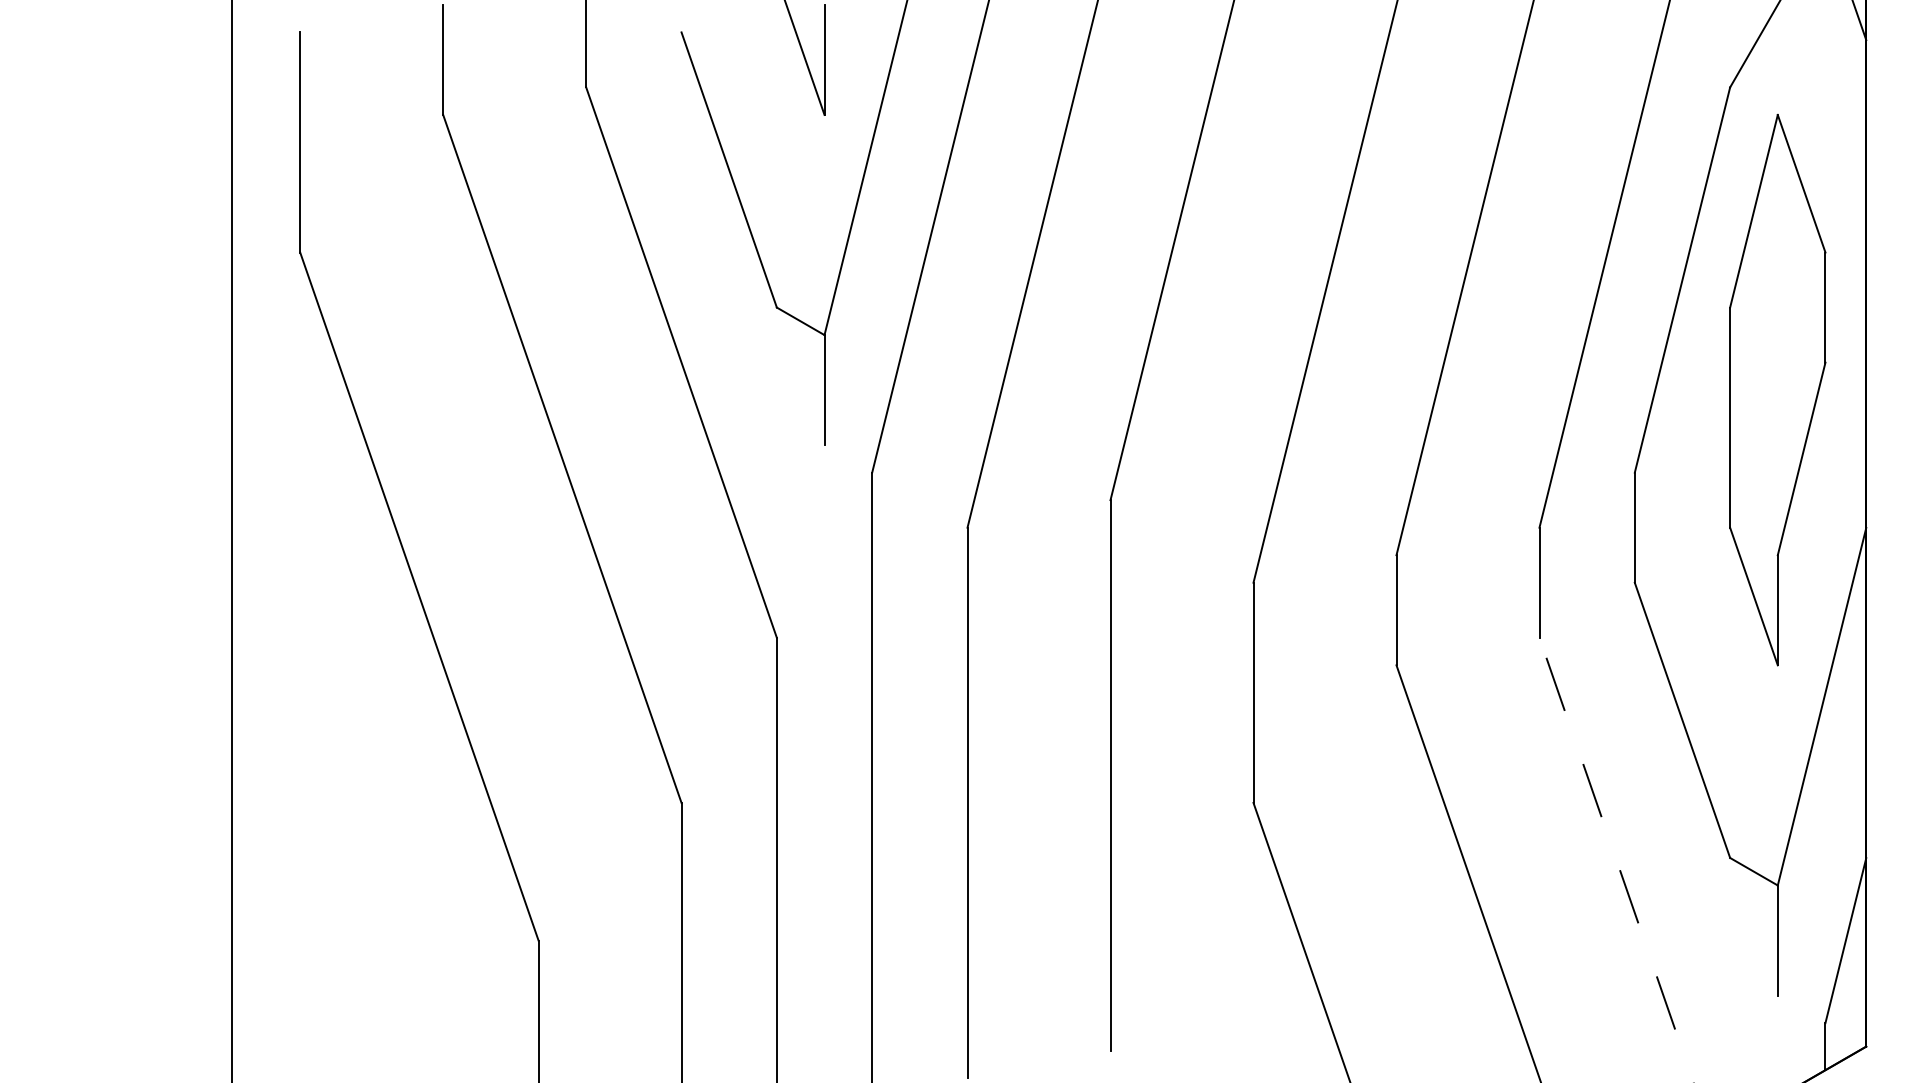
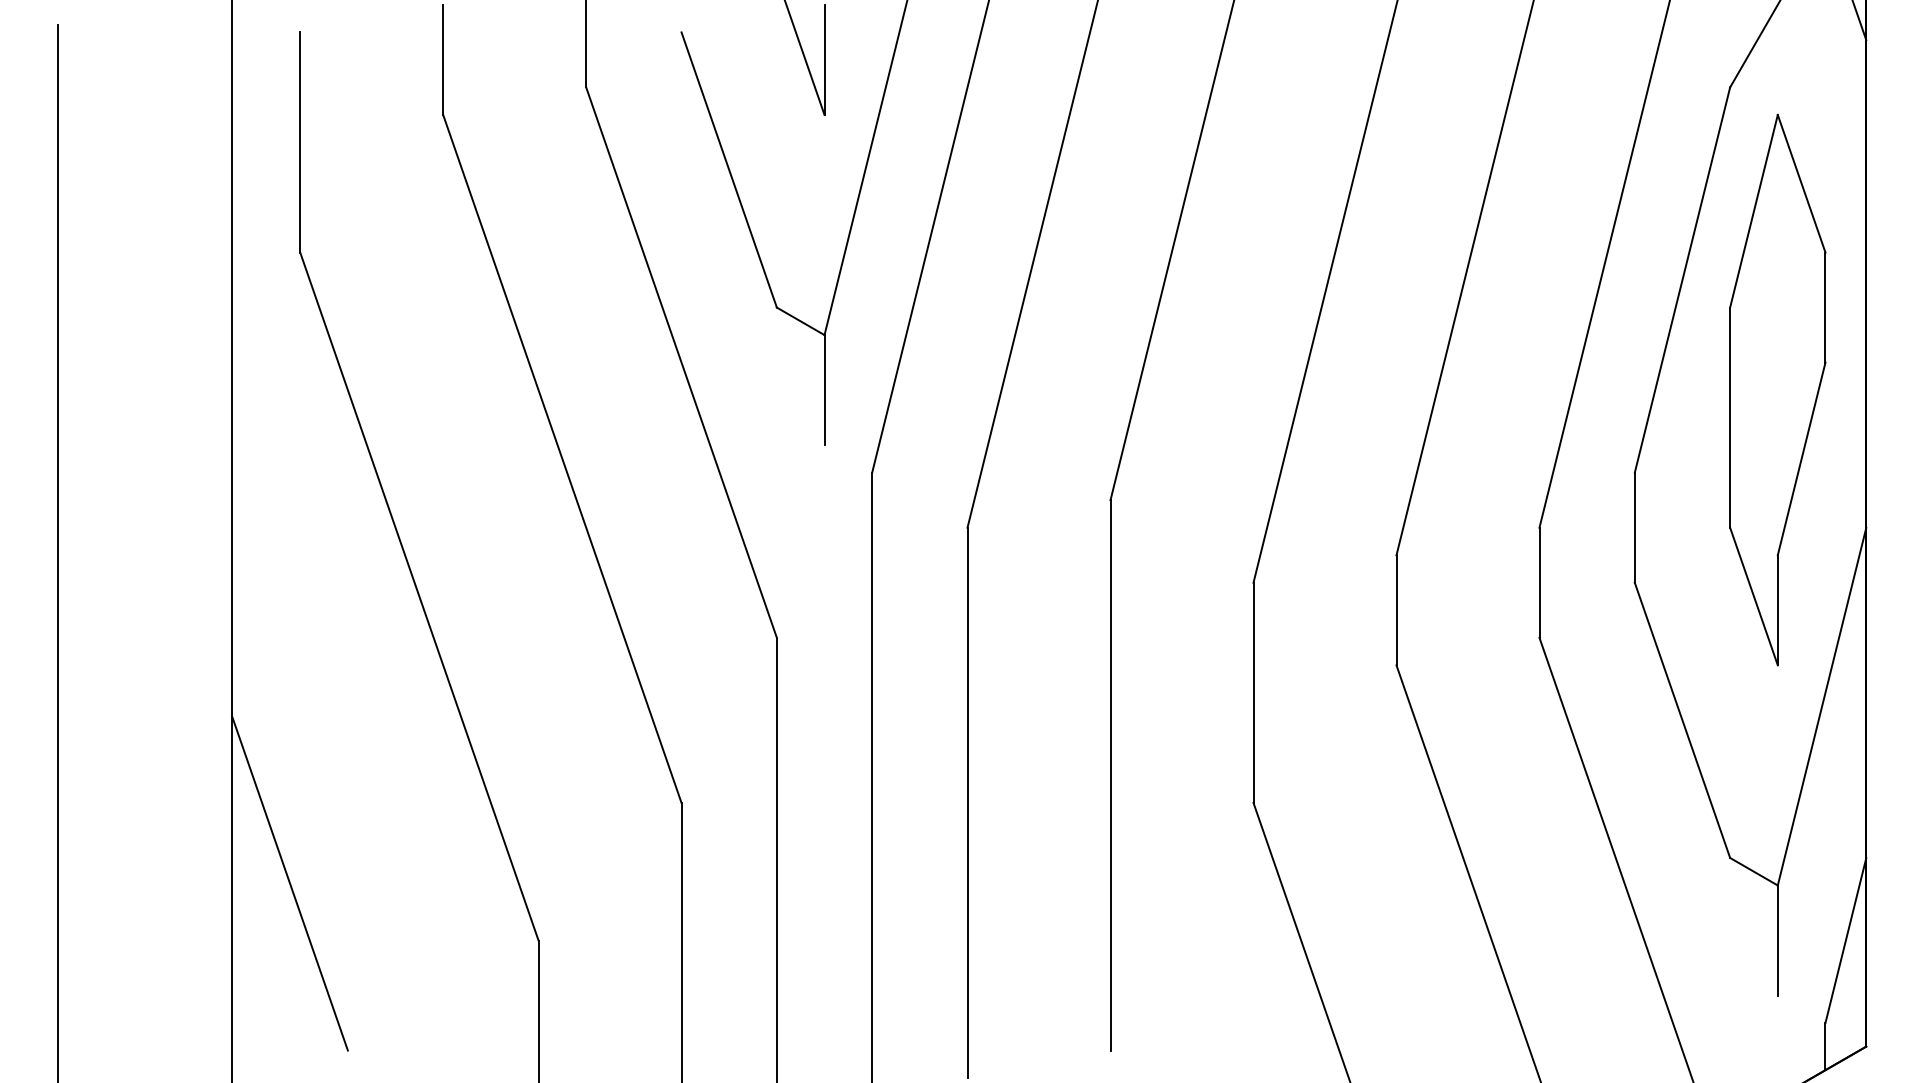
line at (57, 551): none -> present
line at (1616, 859): dashed -> solid
line at (289, 883): none -> present
